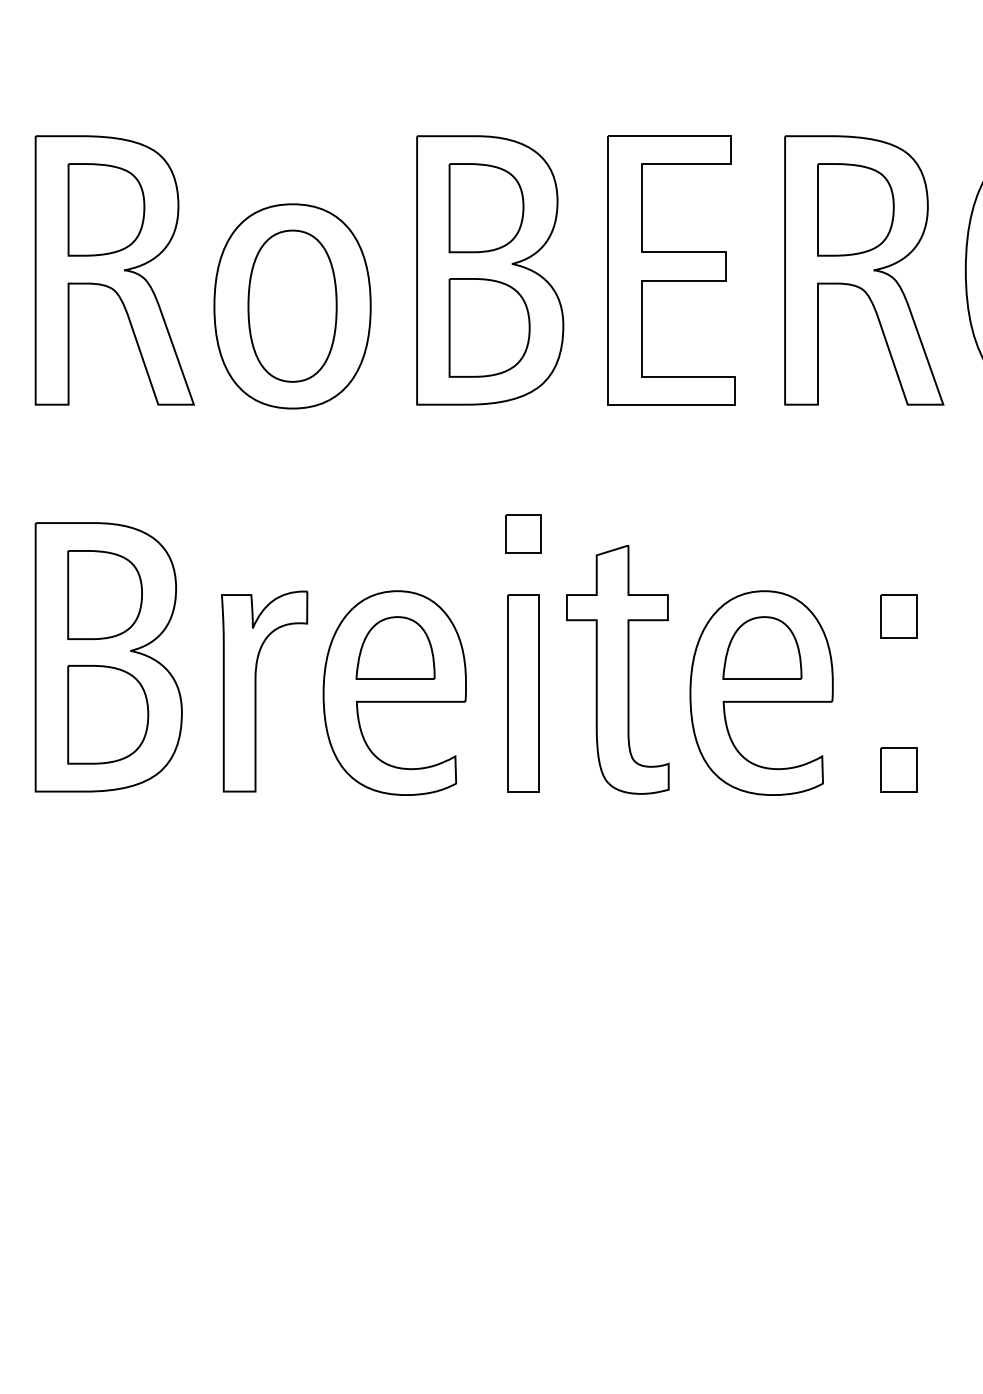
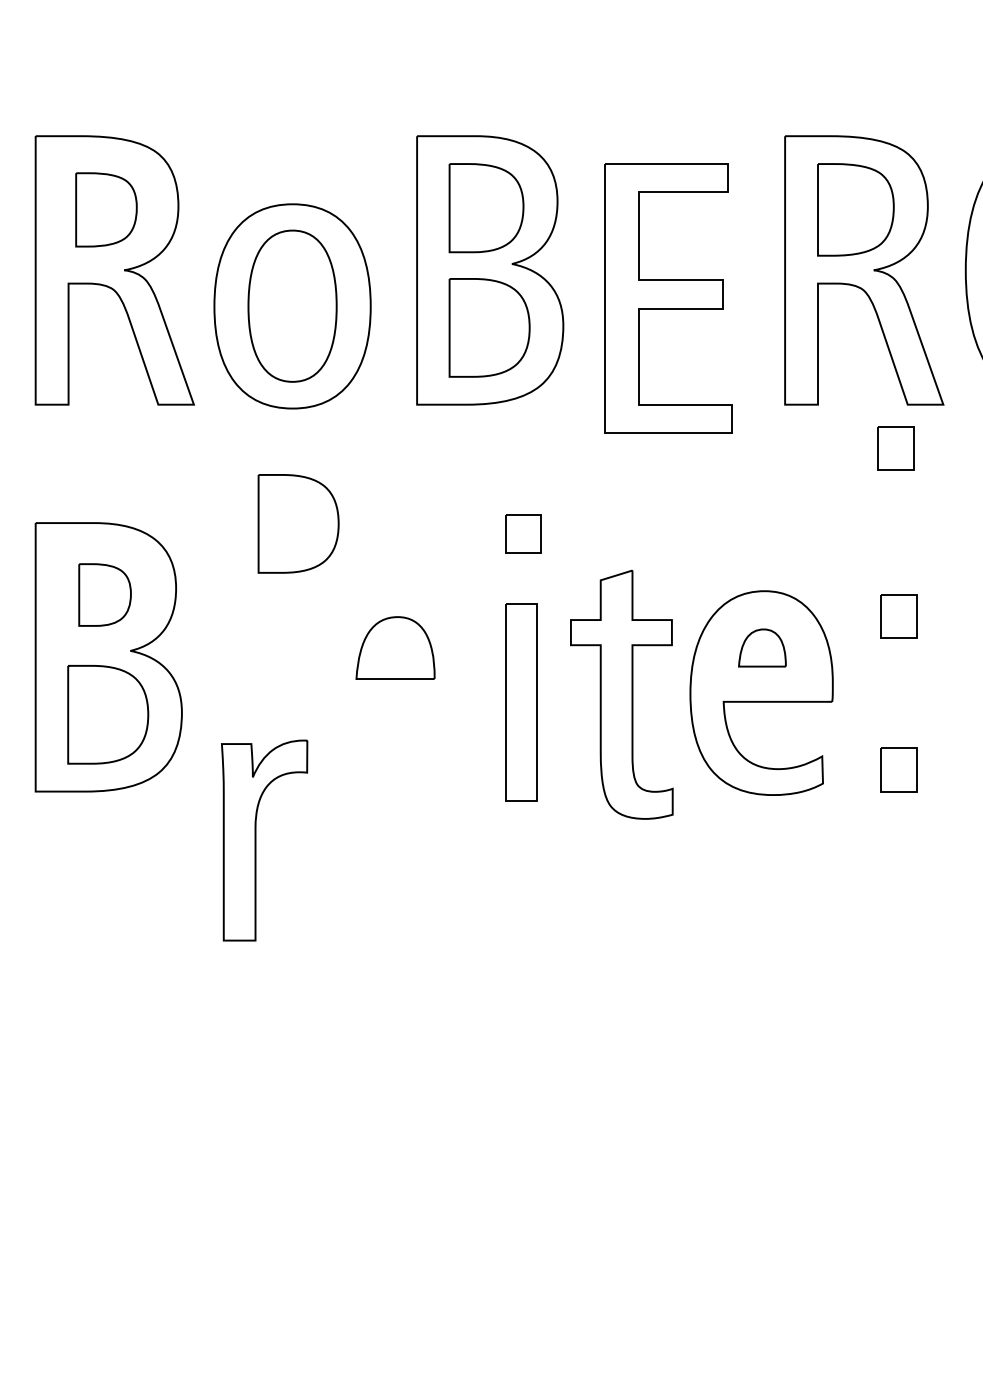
part at (106, 209) size: 79x94 px -> 63x76 px
part at (671, 270) position: (671, 270) -> (668, 298)
part at (895, 448): none -> present
part at (298, 523): none -> present
part at (104, 594) size: 76x90 px -> 54x64 px
part at (762, 647) size: 81x64 px -> 49x40 px
part at (617, 669) position: (617, 669) -> (621, 694)
part at (256, 691) position: (256, 691) -> (256, 840)
part at (394, 692): present -> none
part at (523, 693) position: (523, 693) -> (521, 702)
